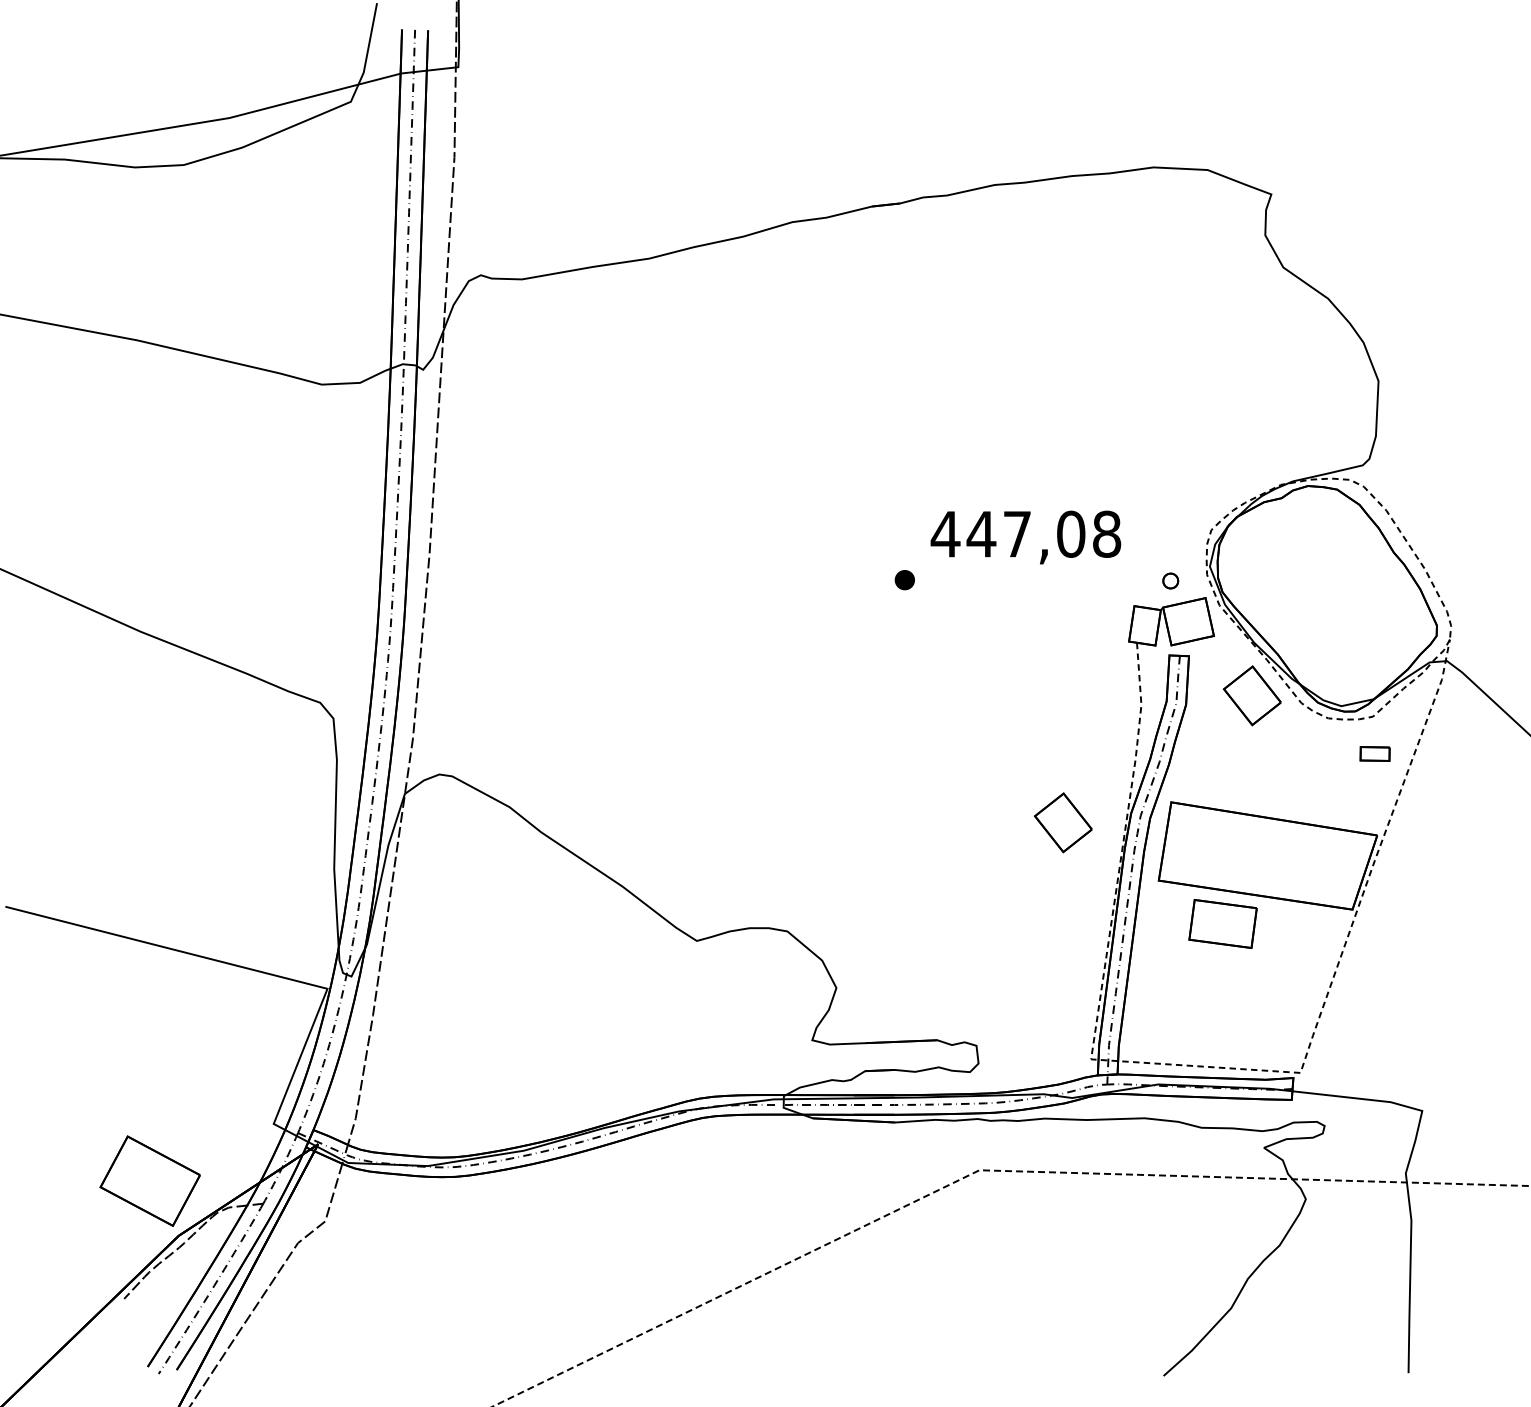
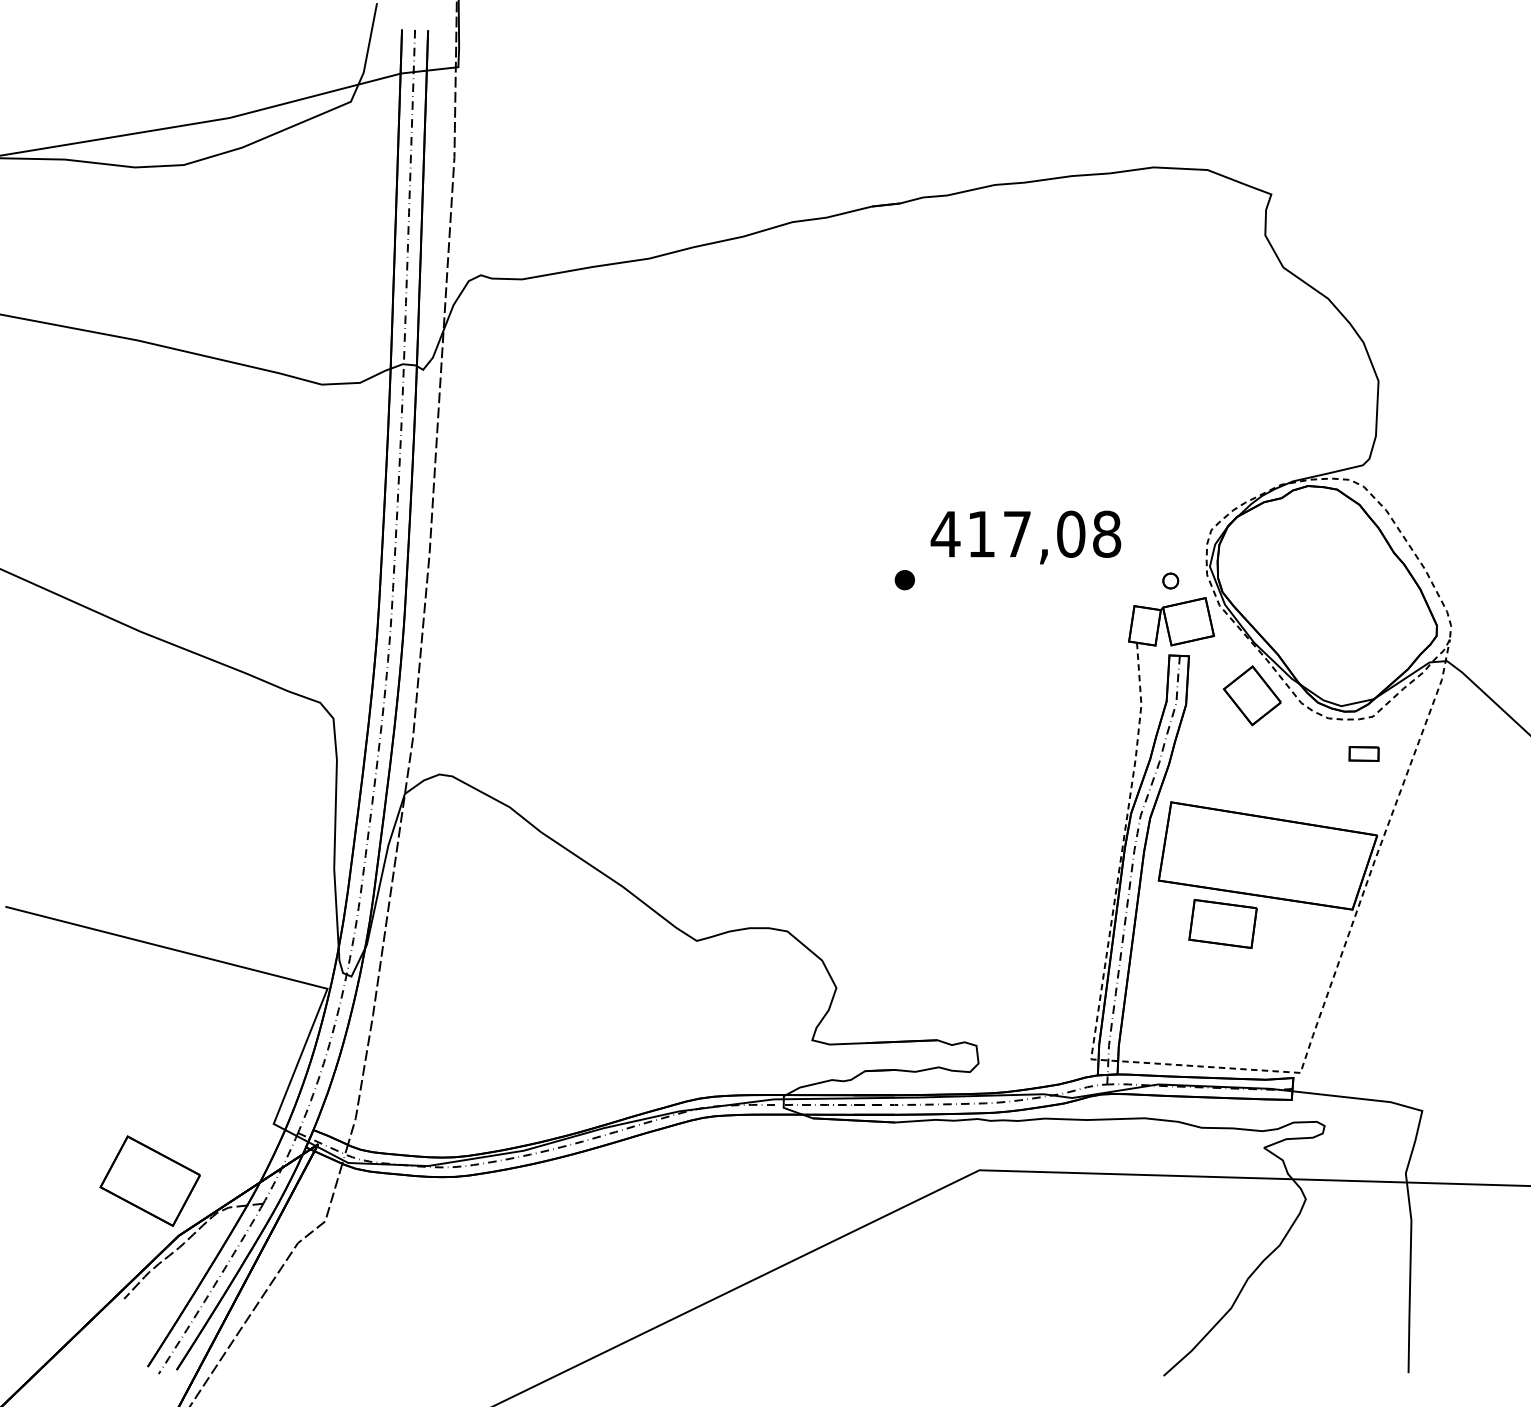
text at (981, 534): 447,08 -> 417,08
part at (1374, 753) position: (1374, 753) -> (1363, 753)
part at (1062, 822): present -> none
line at (983, 1170): dashed -> solid
